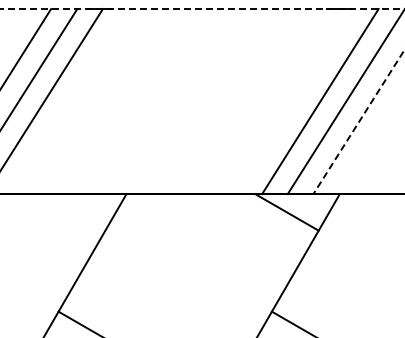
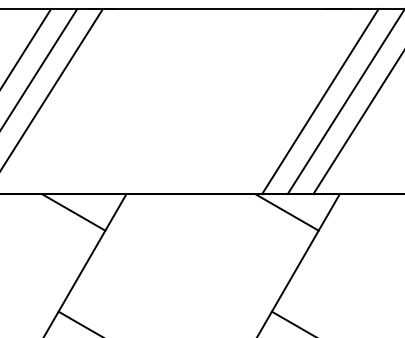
line at (202, 9): dashed -> solid
line at (358, 122): dashed -> solid
line at (73, 212): none -> present
